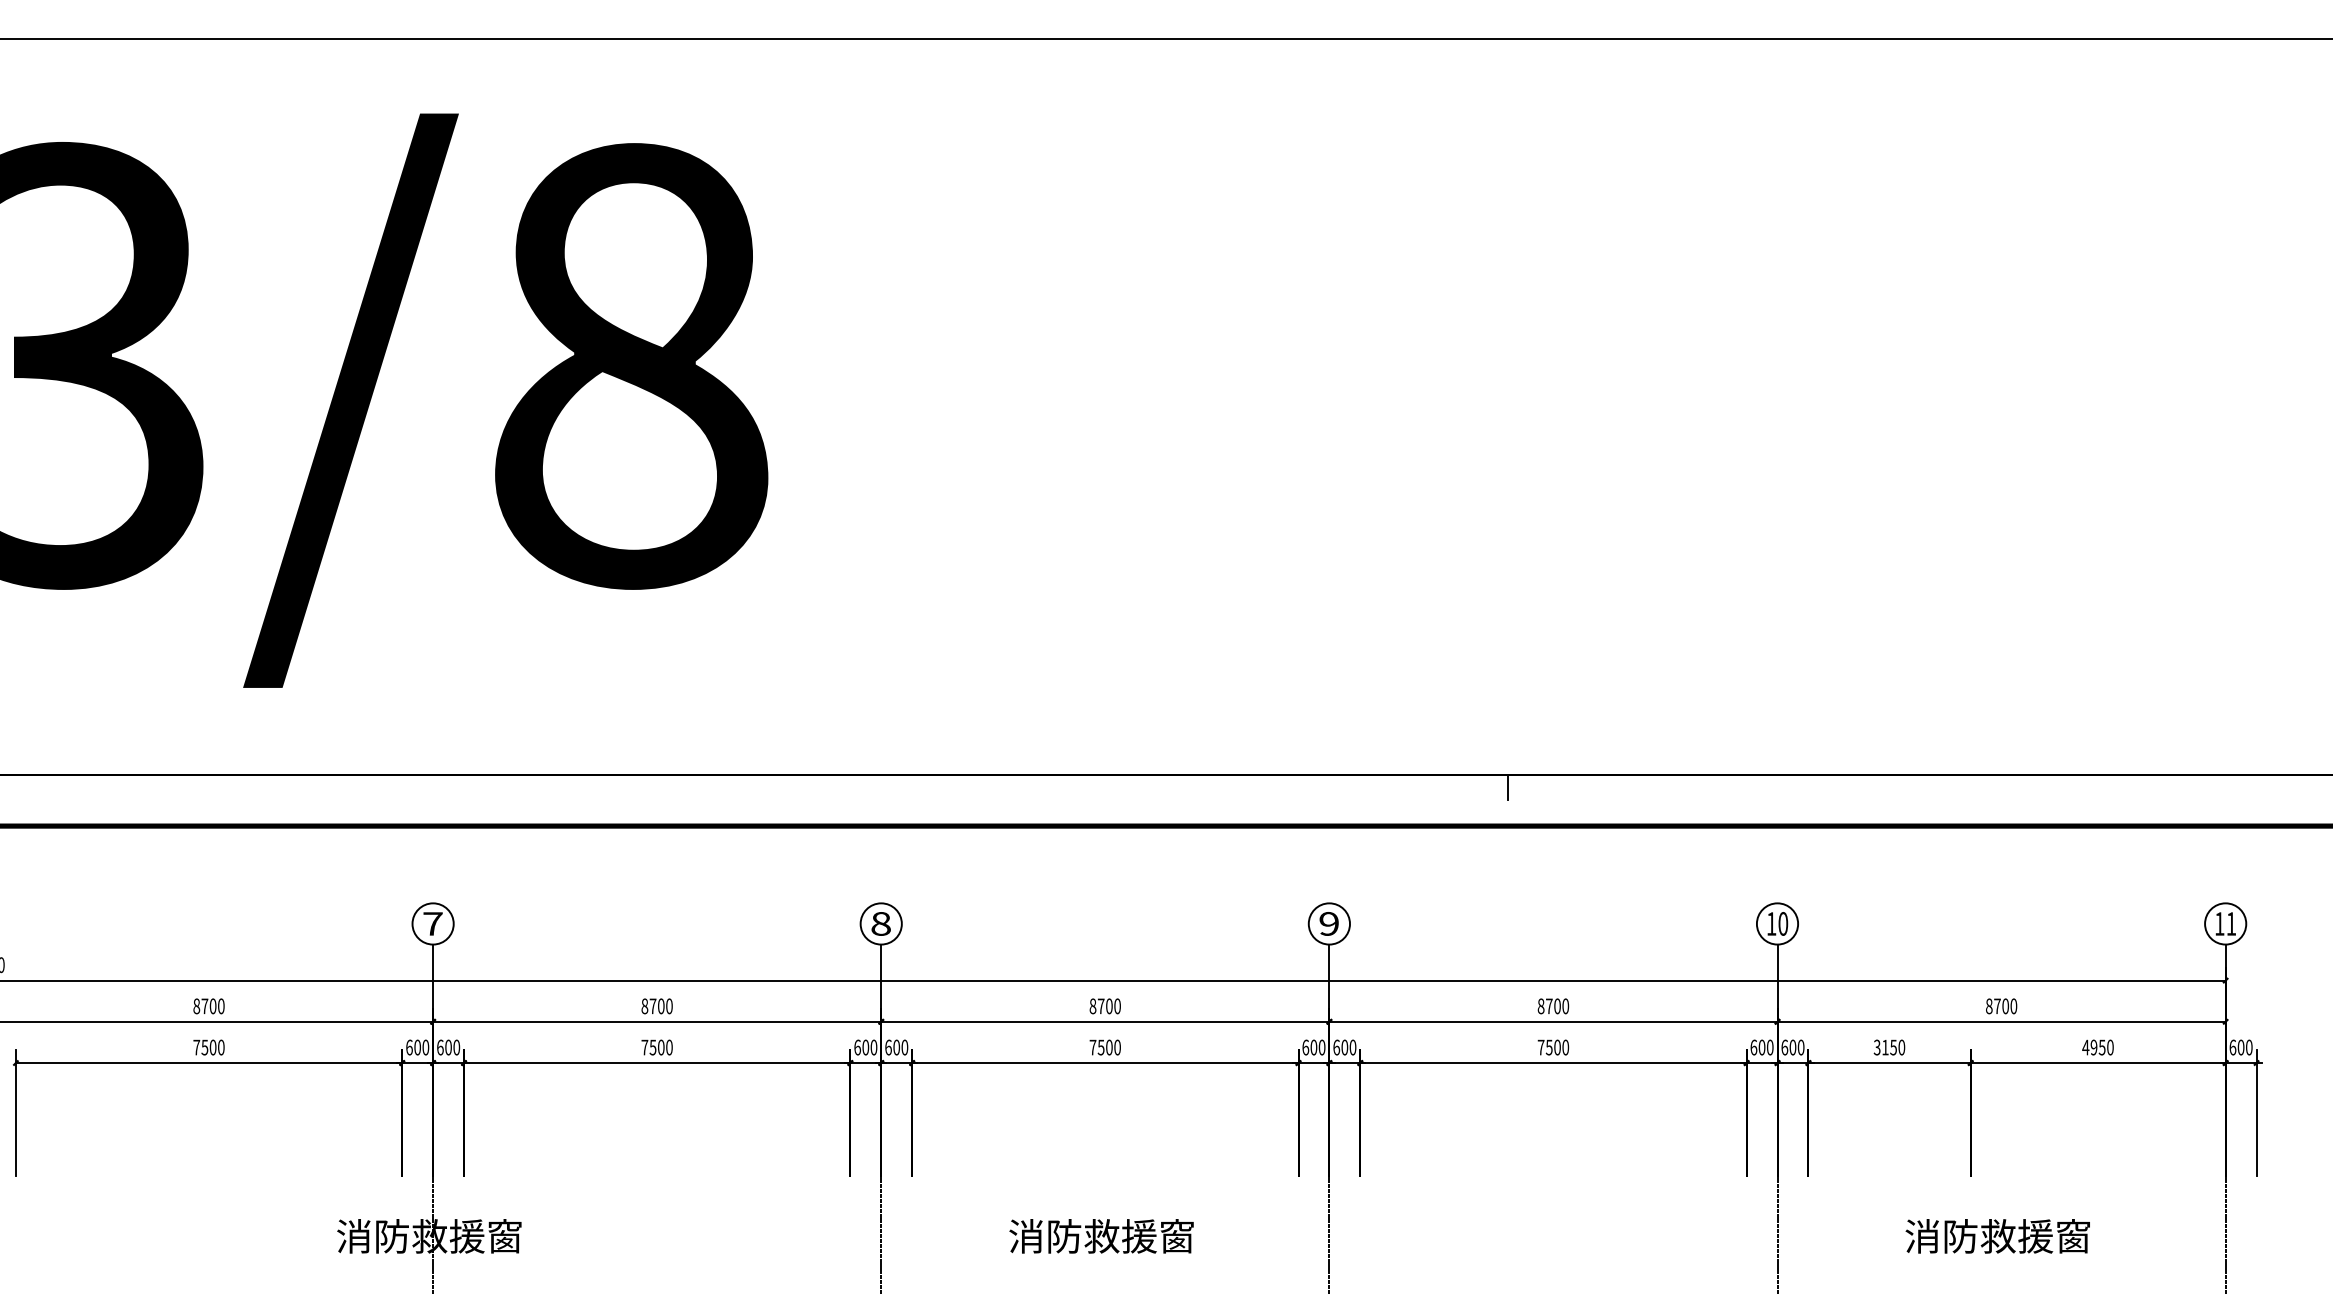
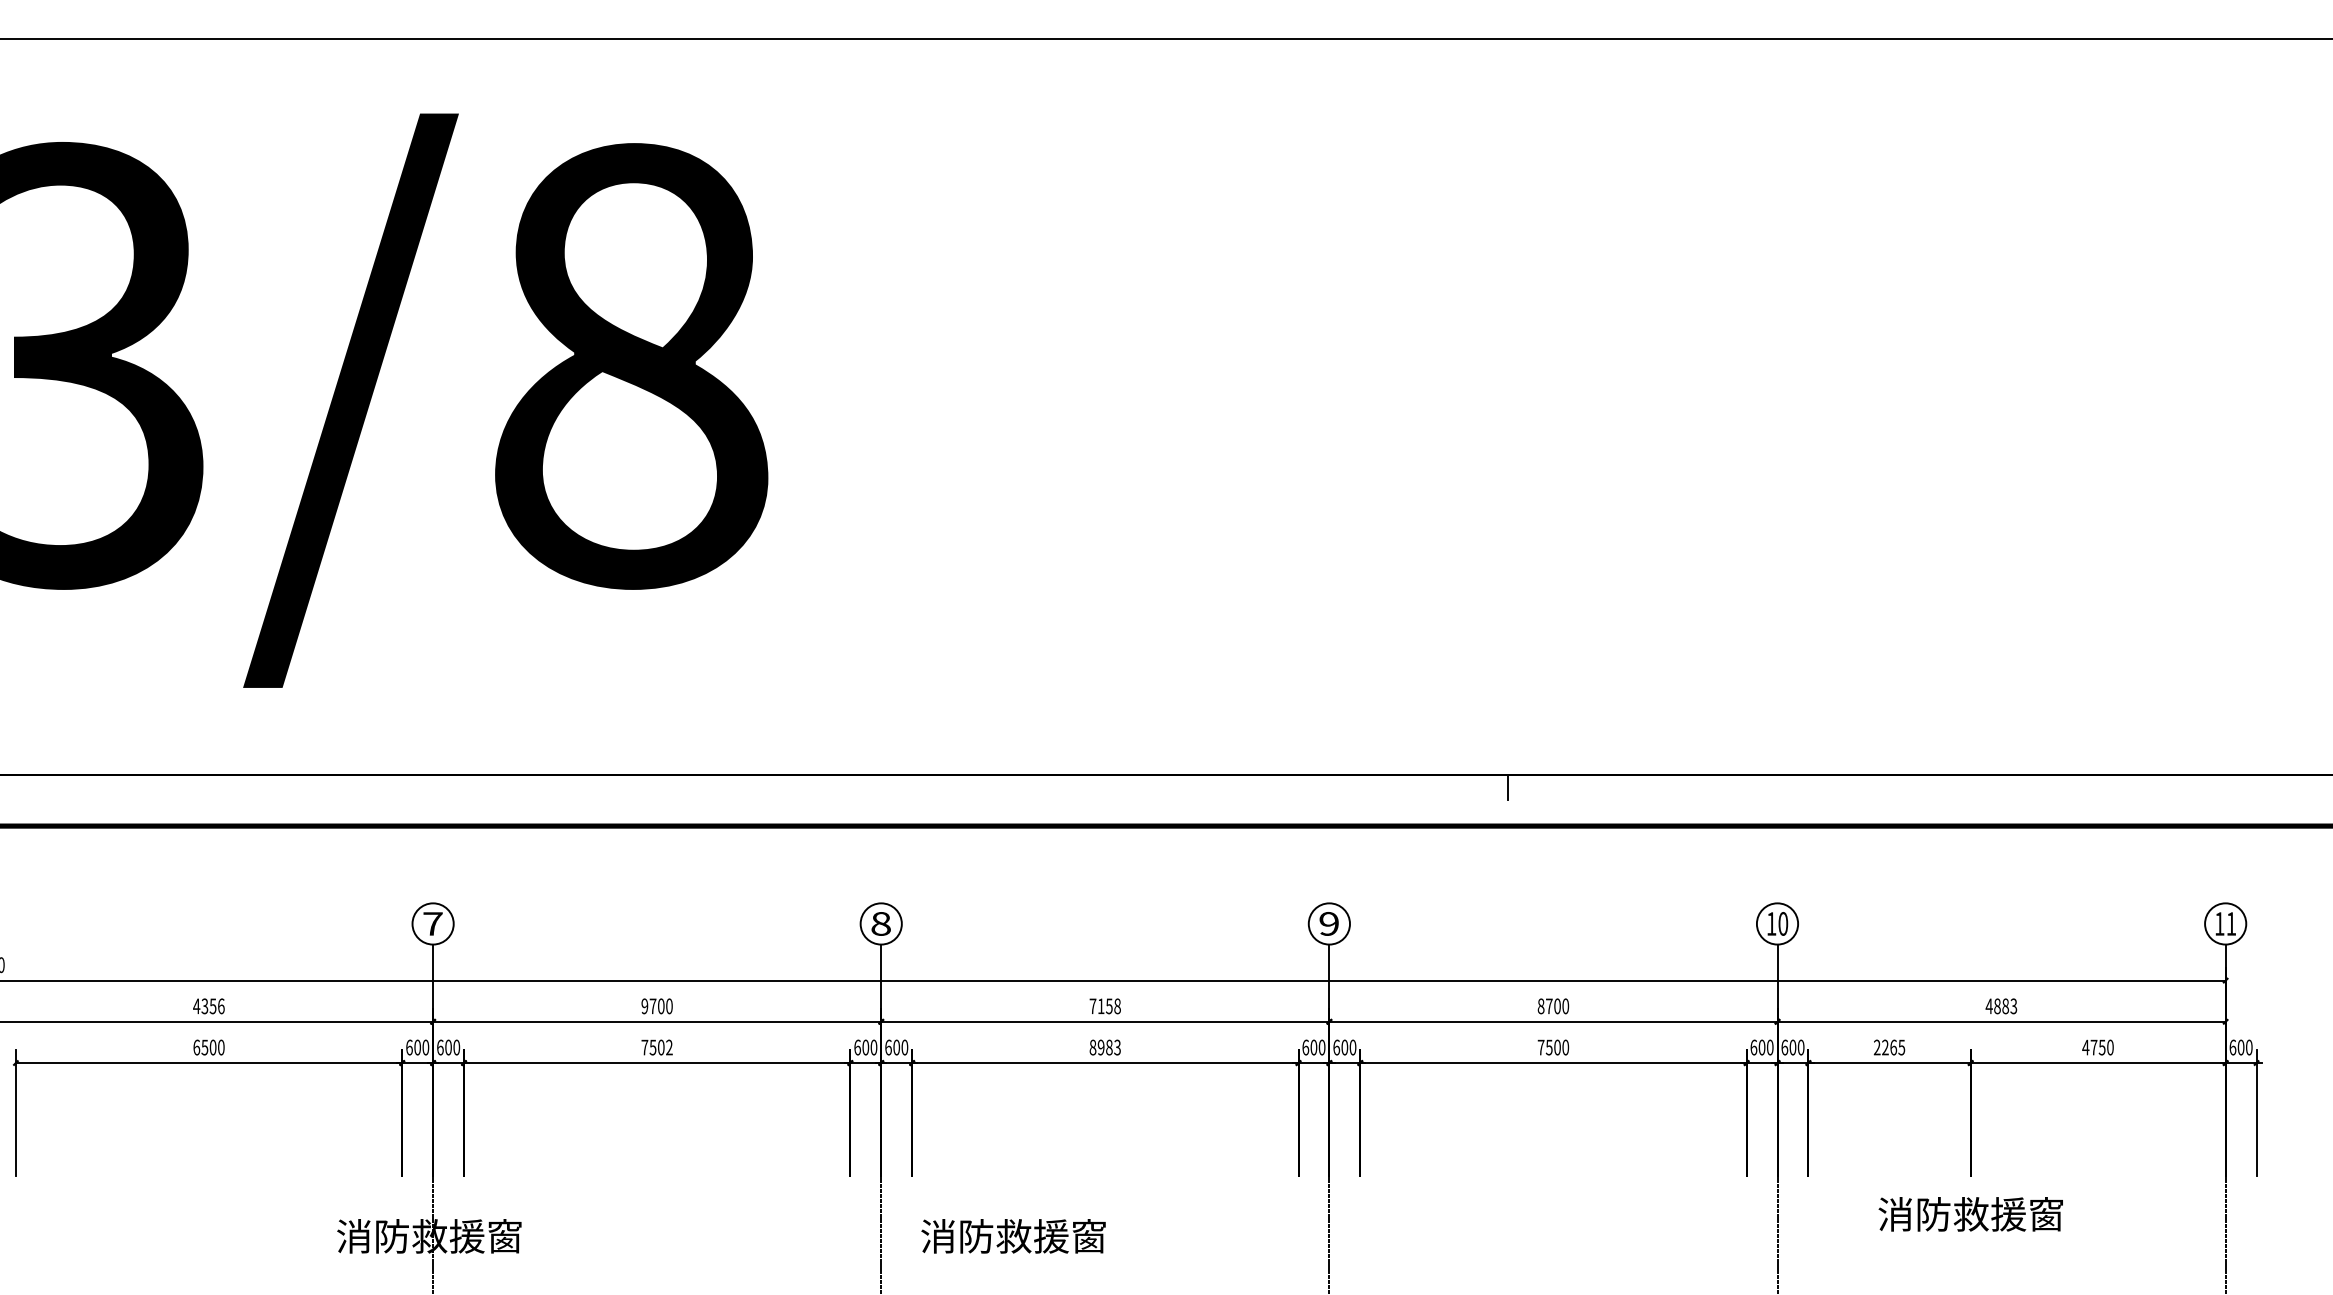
text at (208, 1006): 8700 -> 4356
text at (644, 1006): 8700 -> 9700
text at (1104, 1006): 8700 -> 7158
text at (2001, 1006): 8700 -> 4883
text at (196, 1047): 7500 -> 6500
text at (669, 1047): 7500 -> 7502
text at (1104, 1047): 7500 -> 8983
text at (1889, 1047): 3150 -> 2265
text at (2093, 1047): 4950 -> 4750
text at (1101, 1236) position: (1101, 1236) -> (1013, 1236)
text at (1997, 1236) position: (1997, 1236) -> (1970, 1214)
